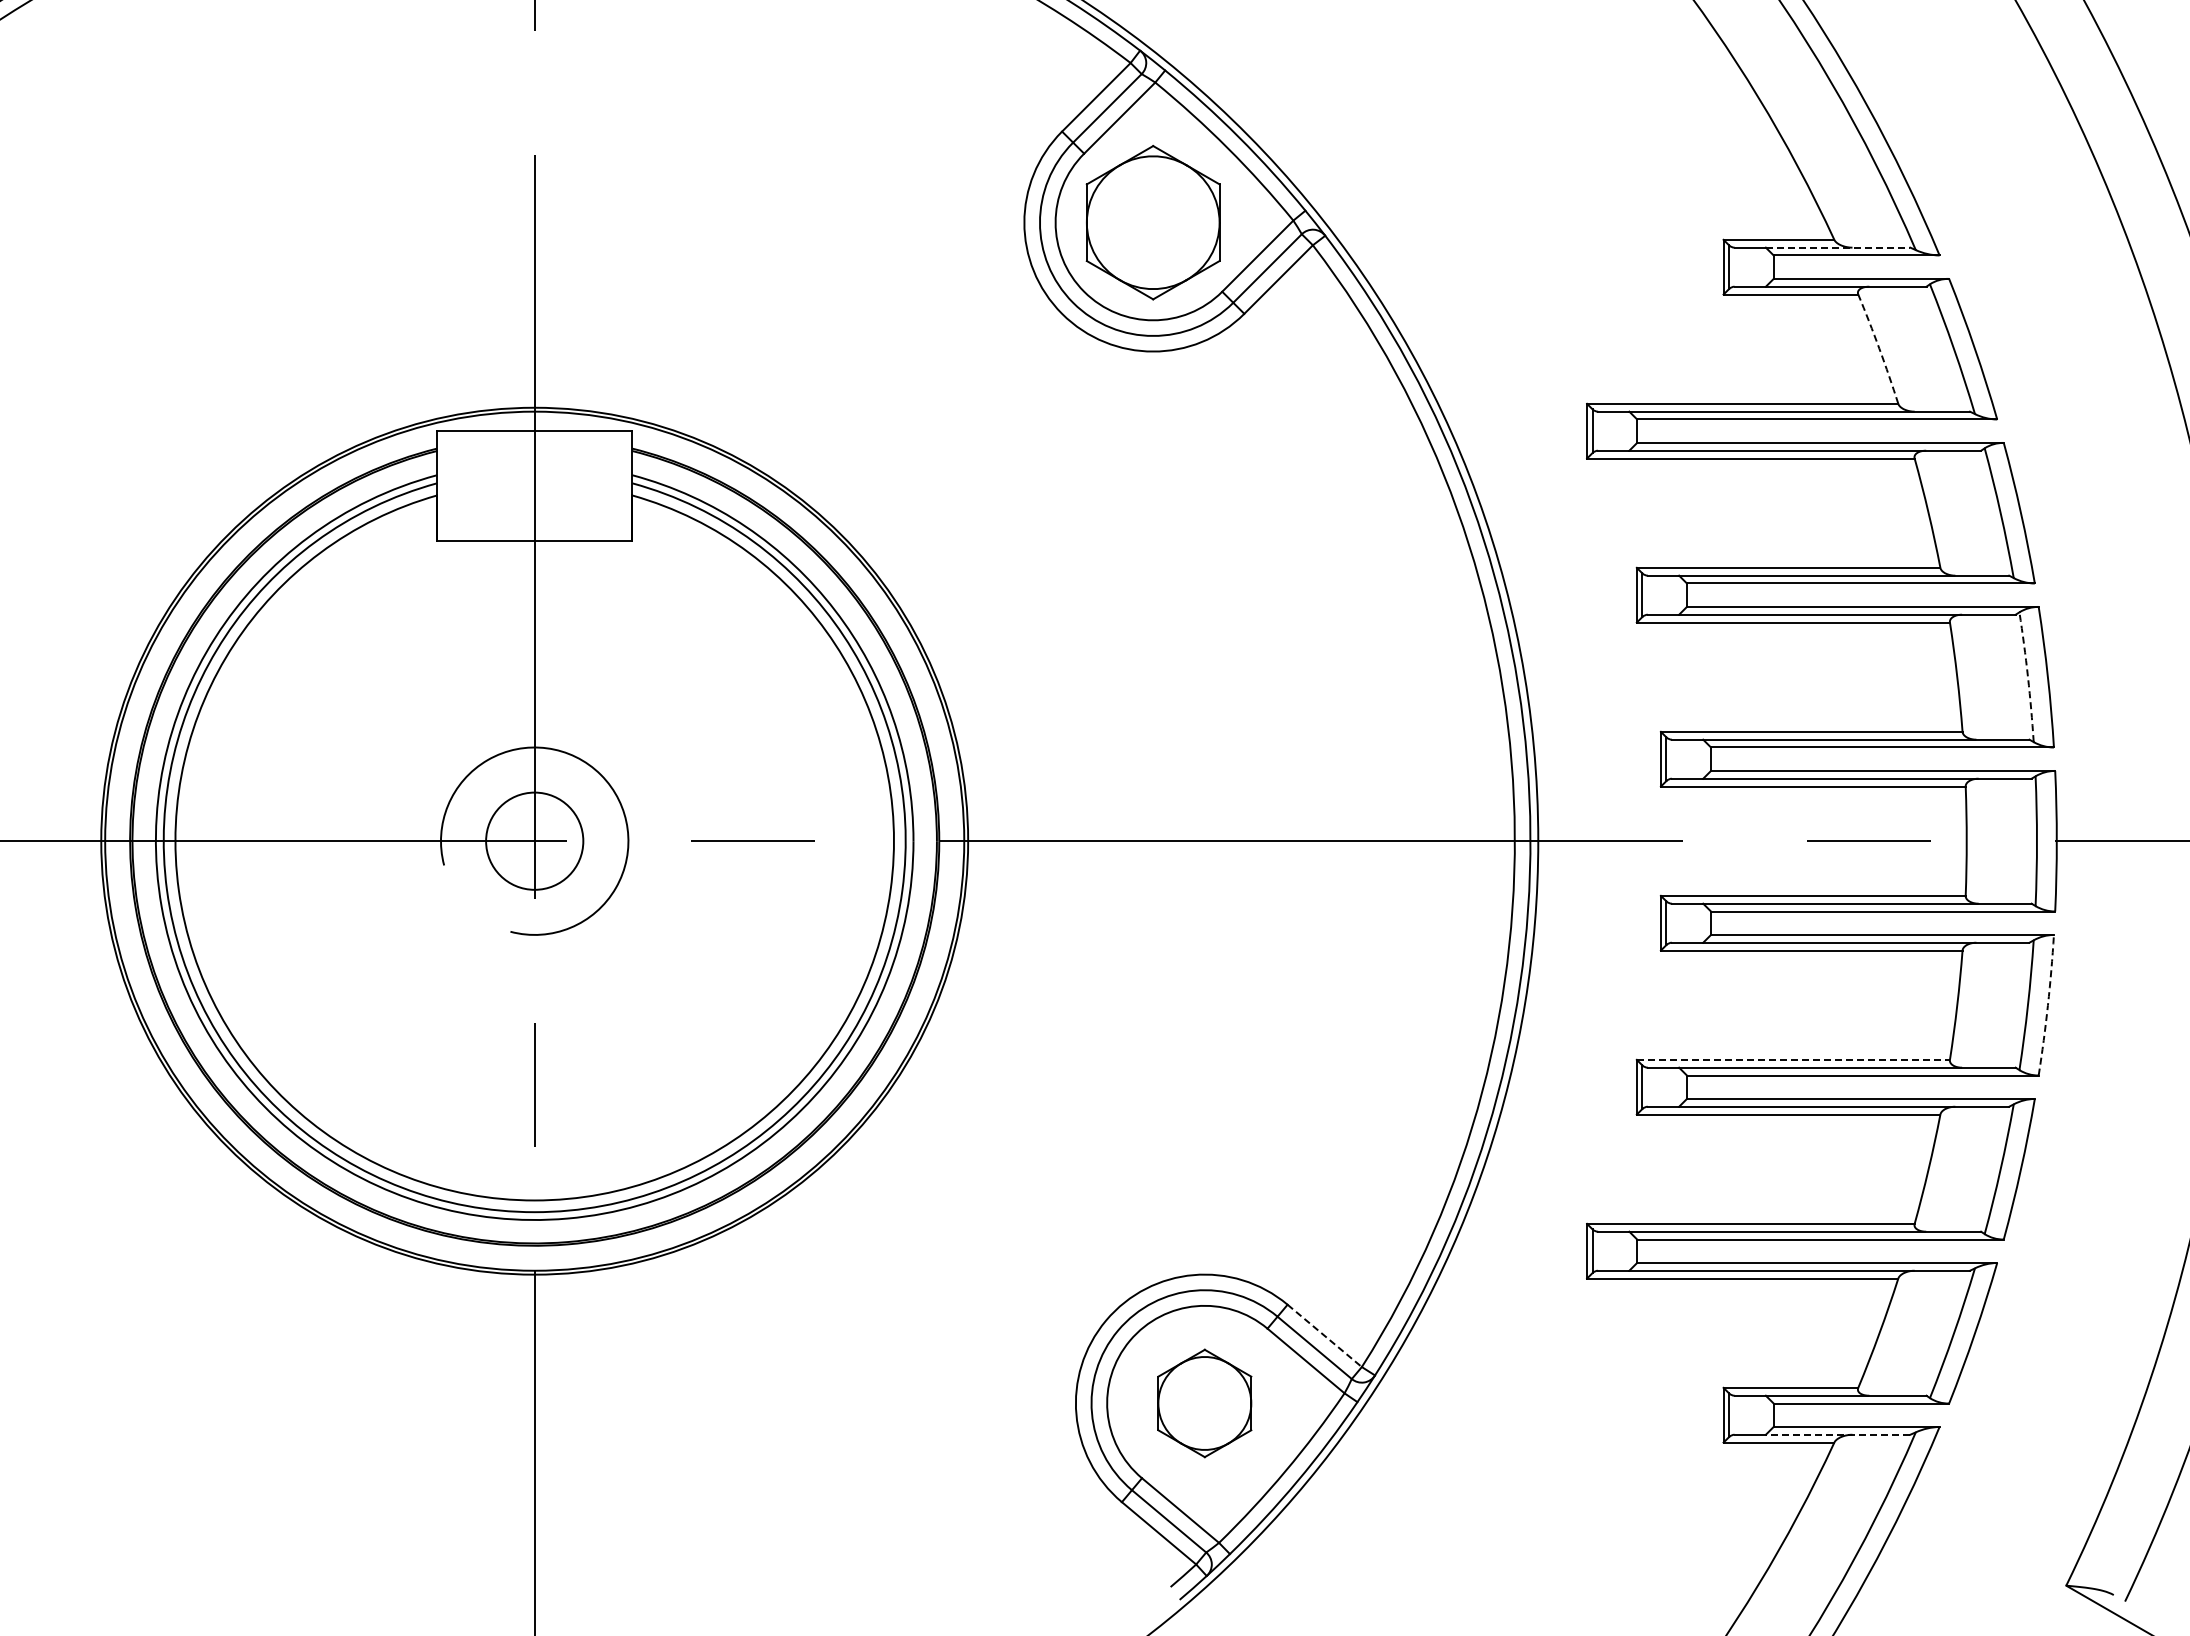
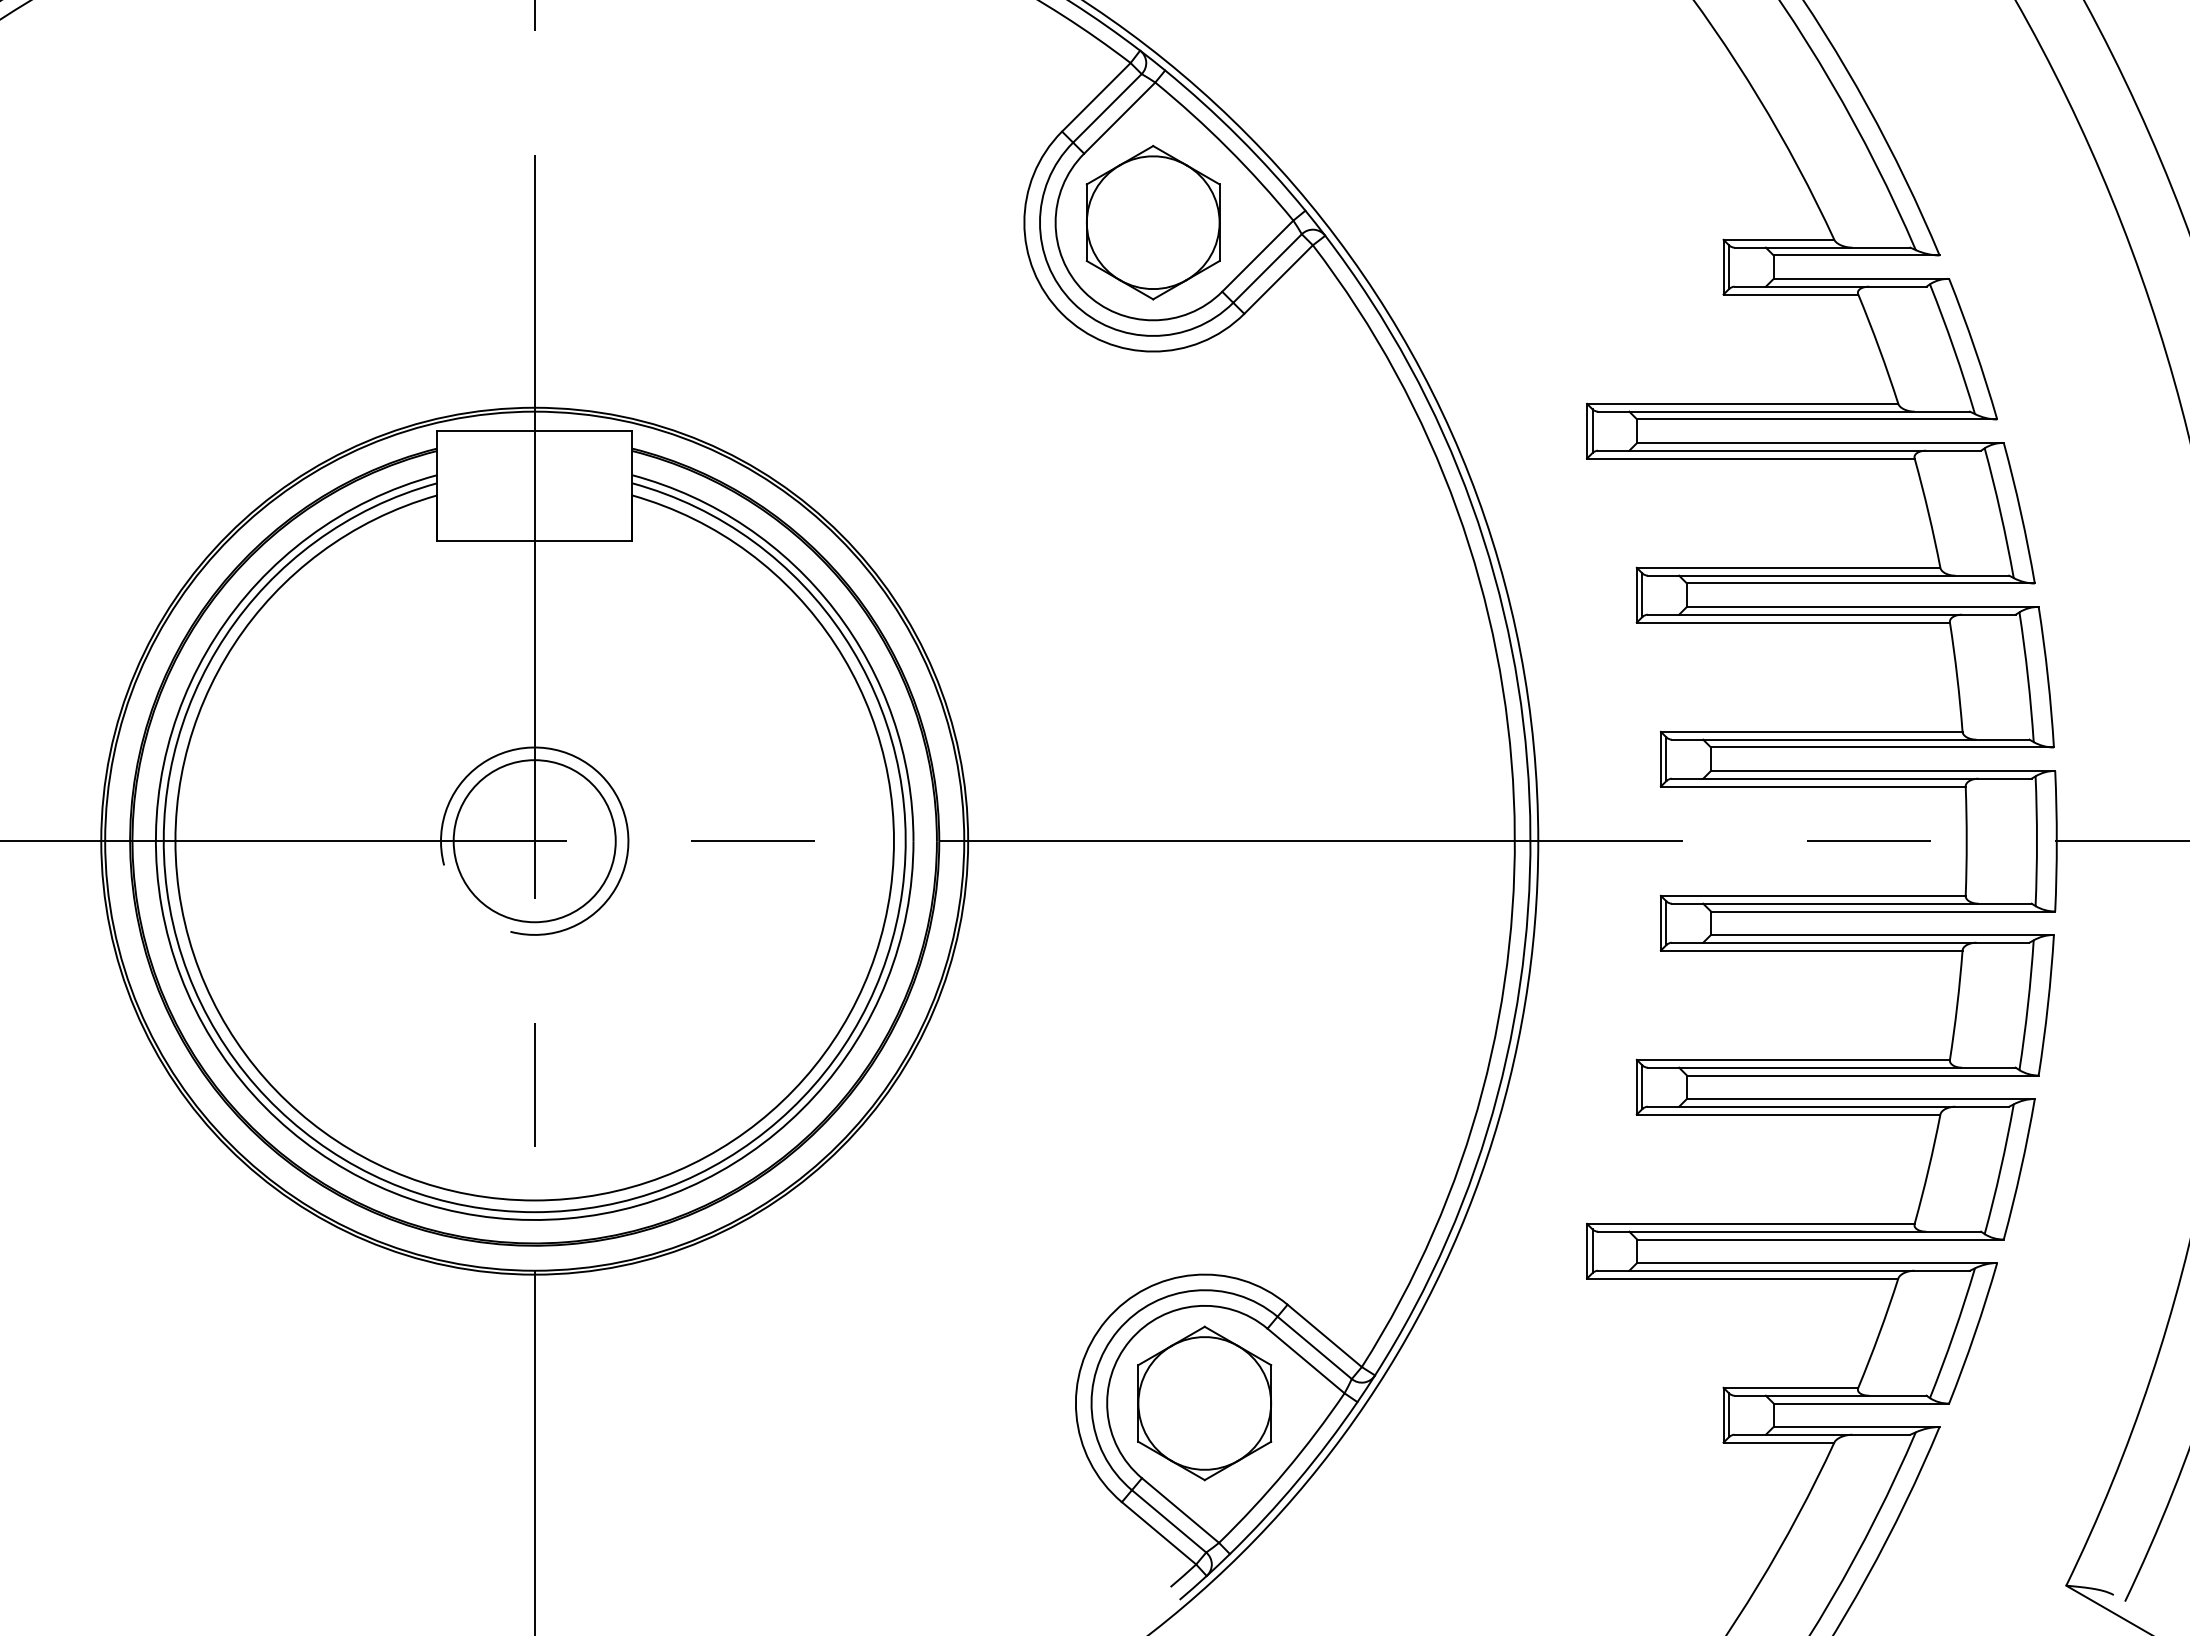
line at (1838, 247): dashed -> solid
arc at (1879, 348): dashed -> solid
arc at (2027, 677): dashed -> solid
circle at (534, 840) diameter: 97 px -> 162 px
arc at (2047, 1005): dashed -> solid
line at (1793, 1059): dashed -> solid
line at (1325, 1336): dashed -> solid
part at (1204, 1403) size: 96x111 px -> 136x157 px
line at (1837, 1434): dashed -> solid
